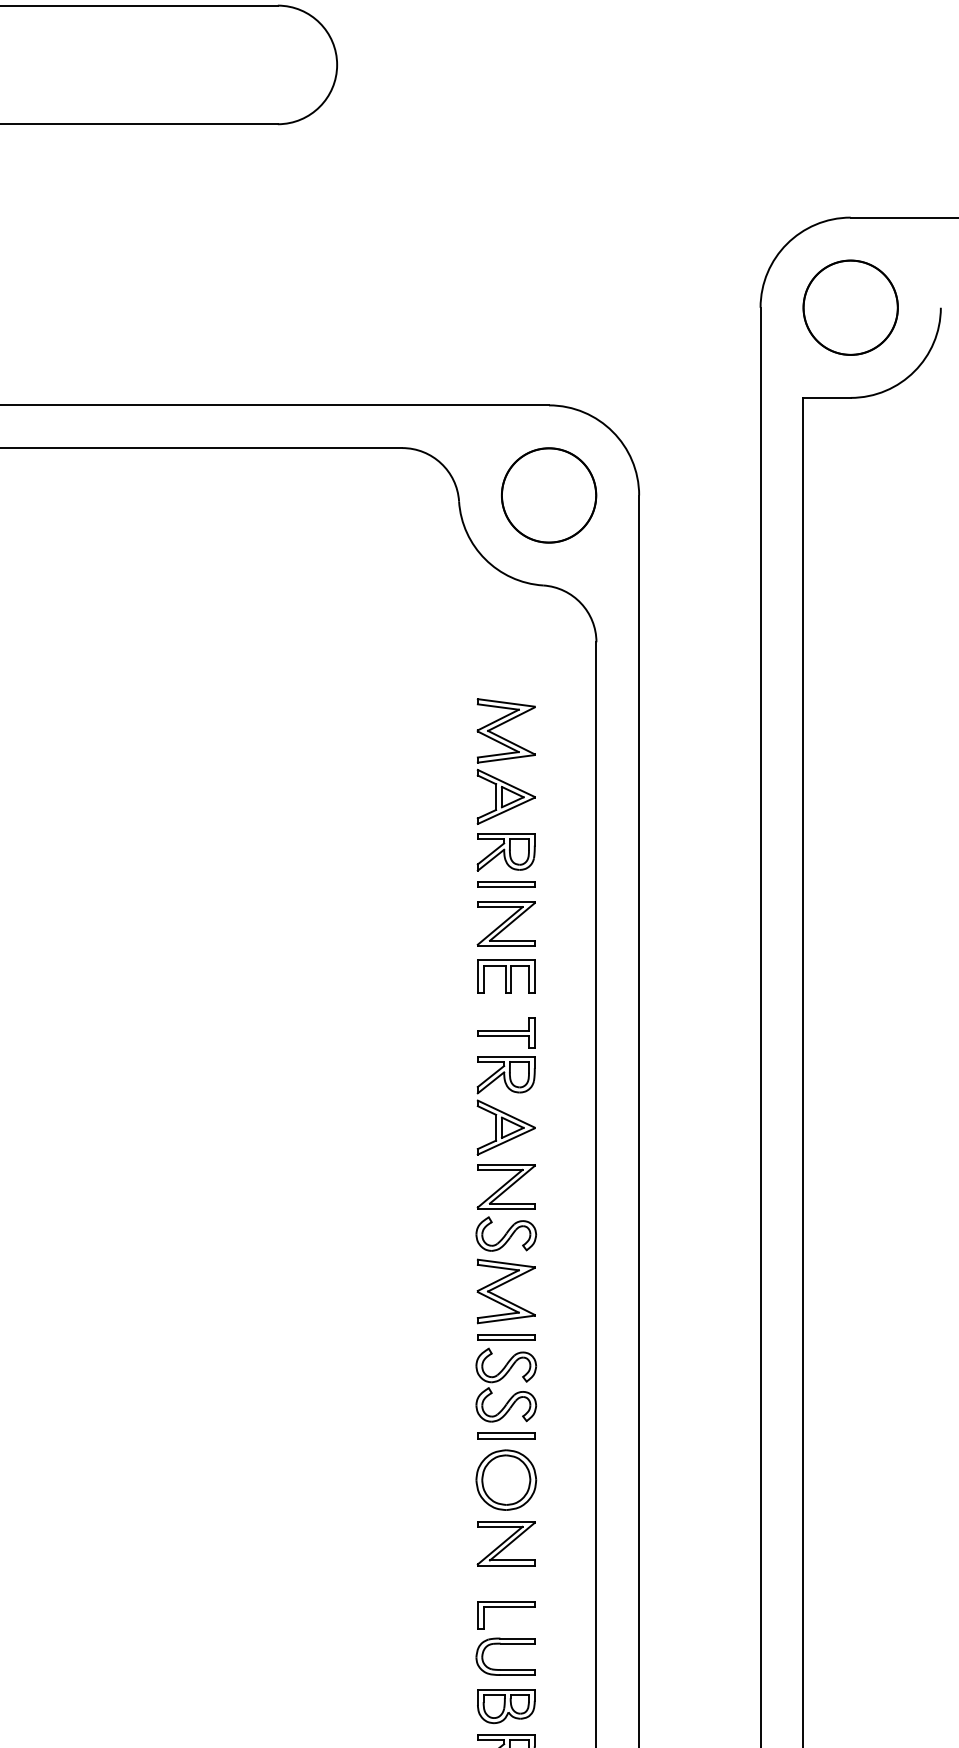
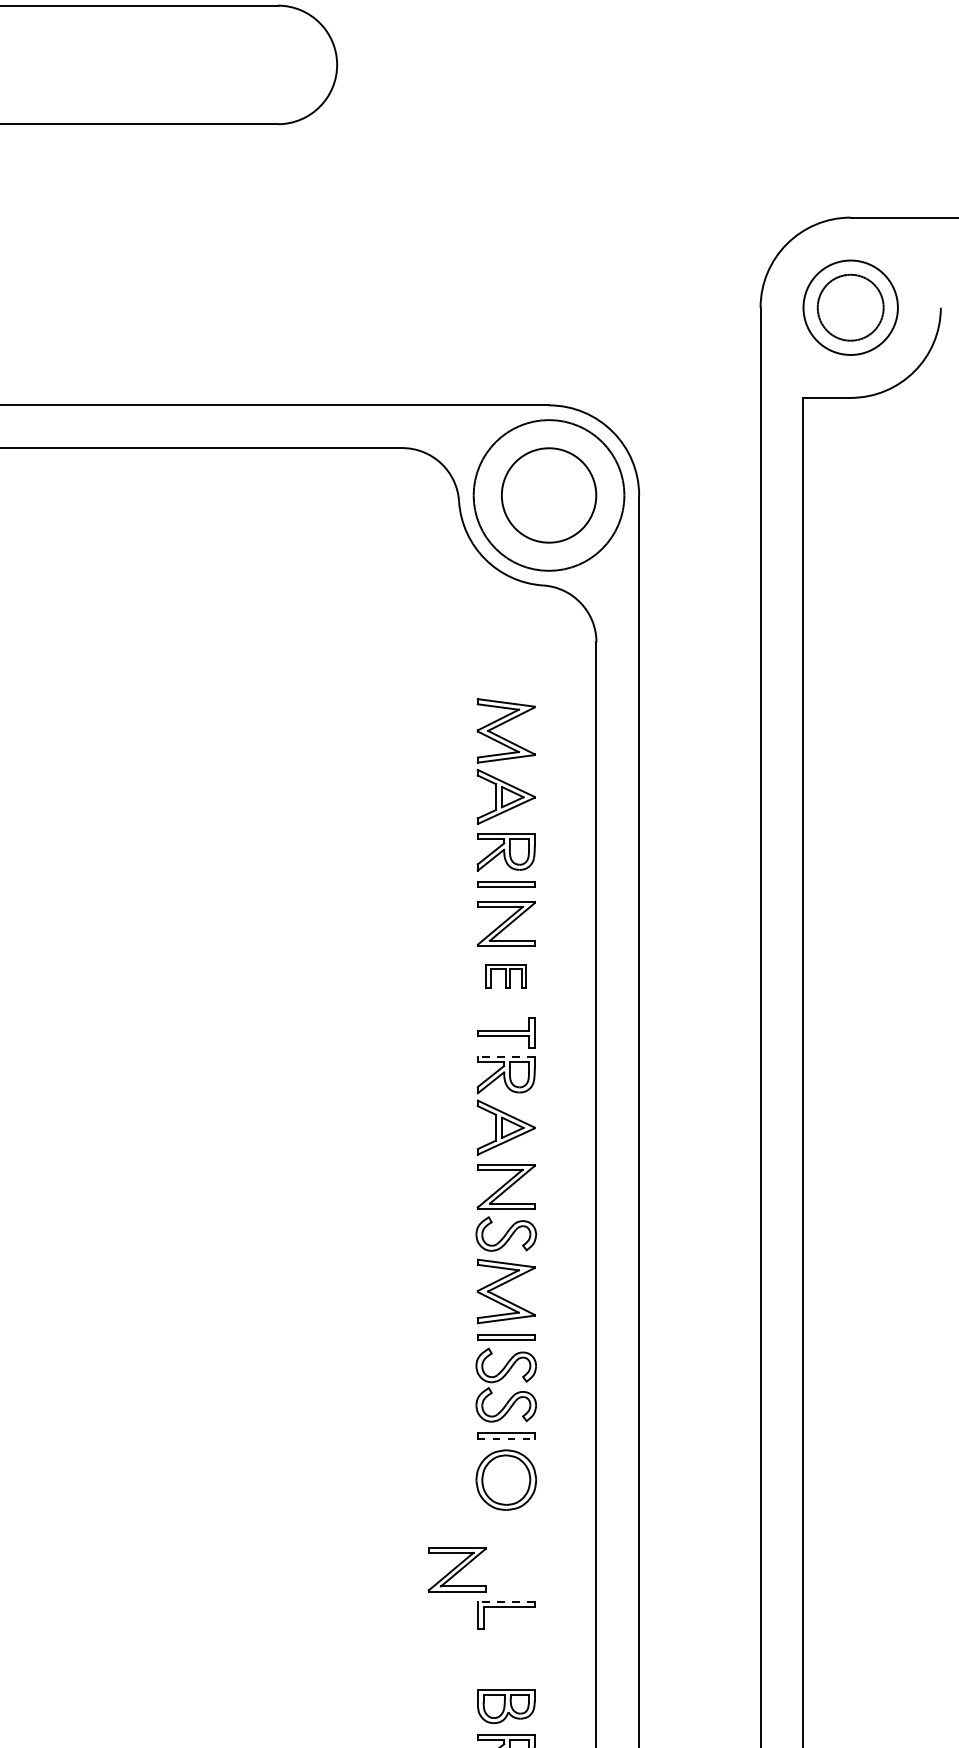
circle at (850, 307) diameter: 94 px -> 66 px
circle at (548, 495) diameter: 94 px -> 151 px
part at (506, 976) size: 59x35 px -> 42x25 px
line at (505, 1056): solid -> dashed
line at (506, 1438): solid -> dashed
part at (505, 1543) position: (505, 1543) -> (456, 1569)
line at (505, 1602): solid -> dashed
part at (505, 1644): present -> none
